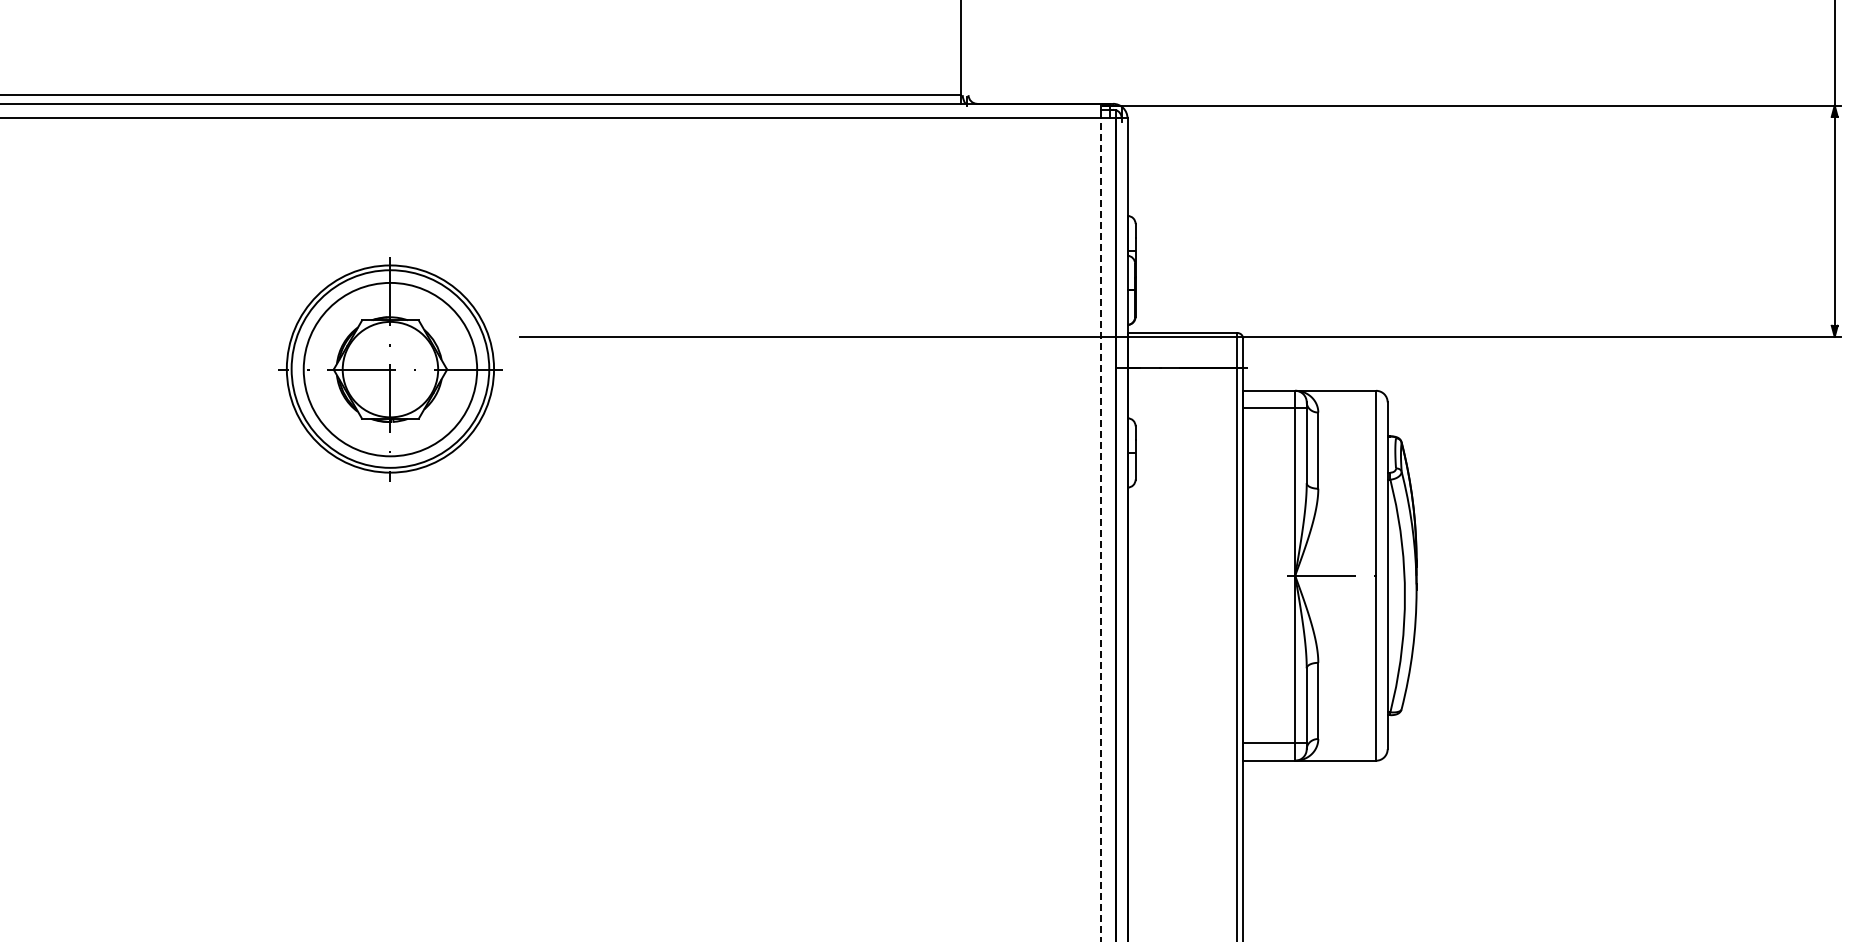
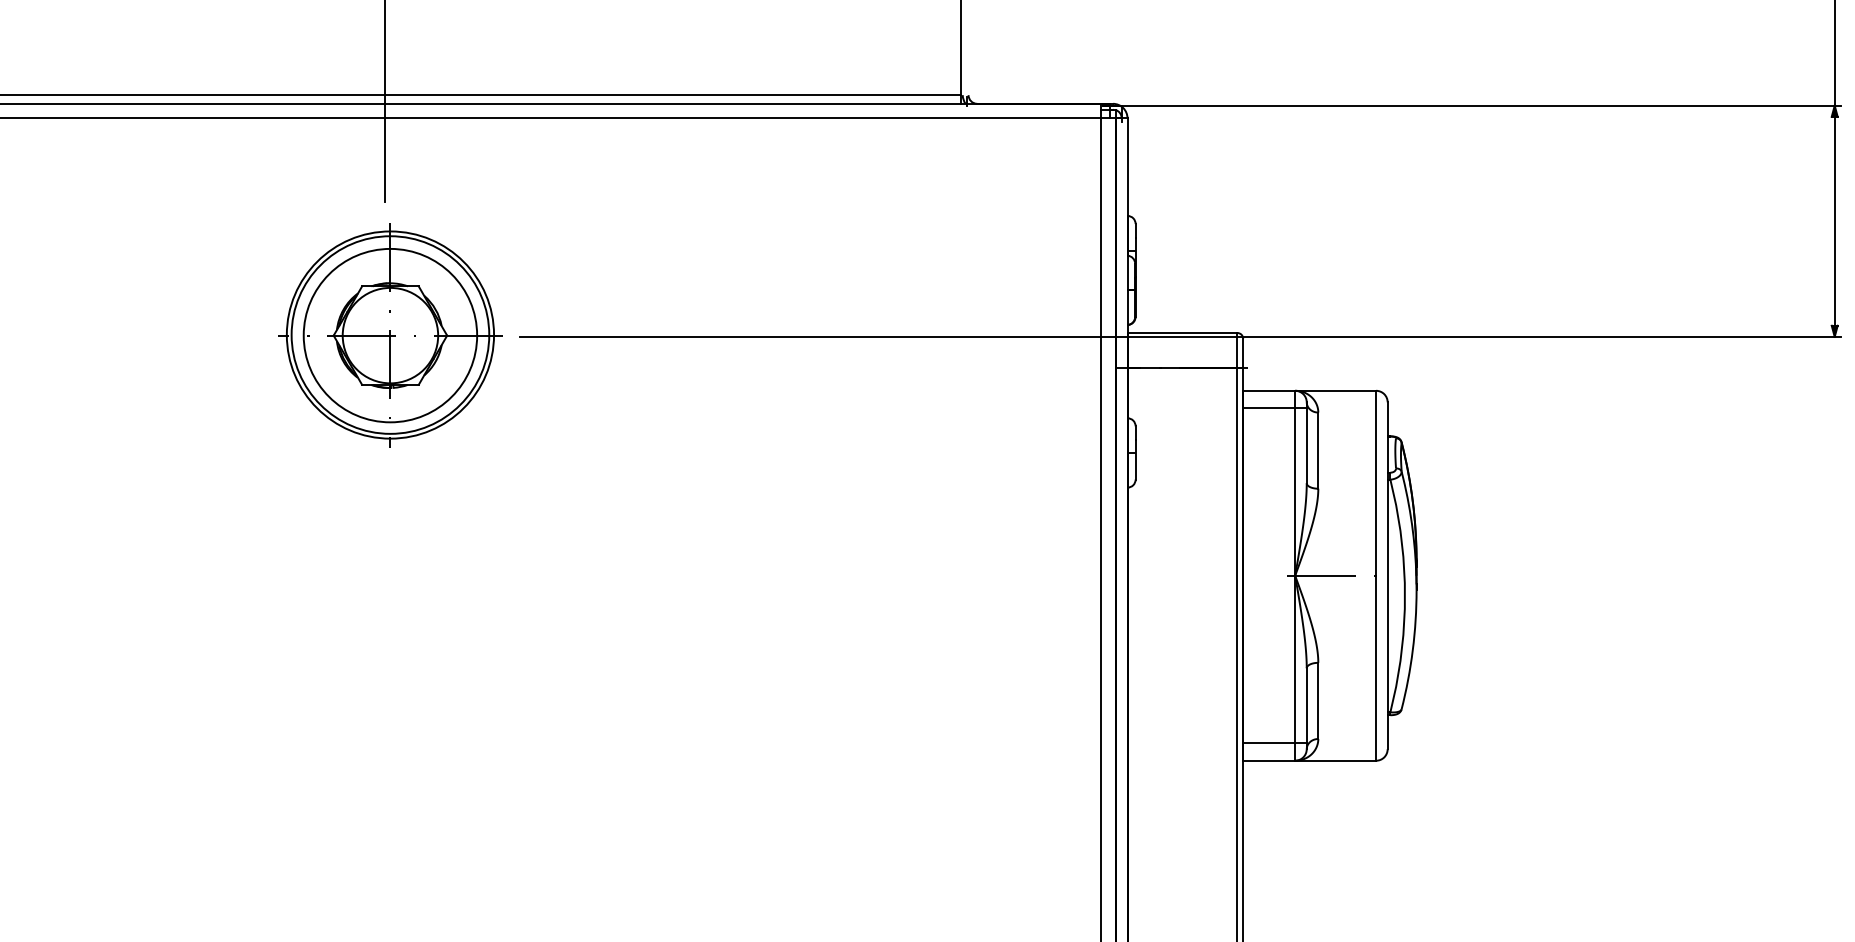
line at (384, 101): none -> present
part at (390, 369) position: (390, 369) -> (390, 335)
line at (1101, 529): dashed -> solid
